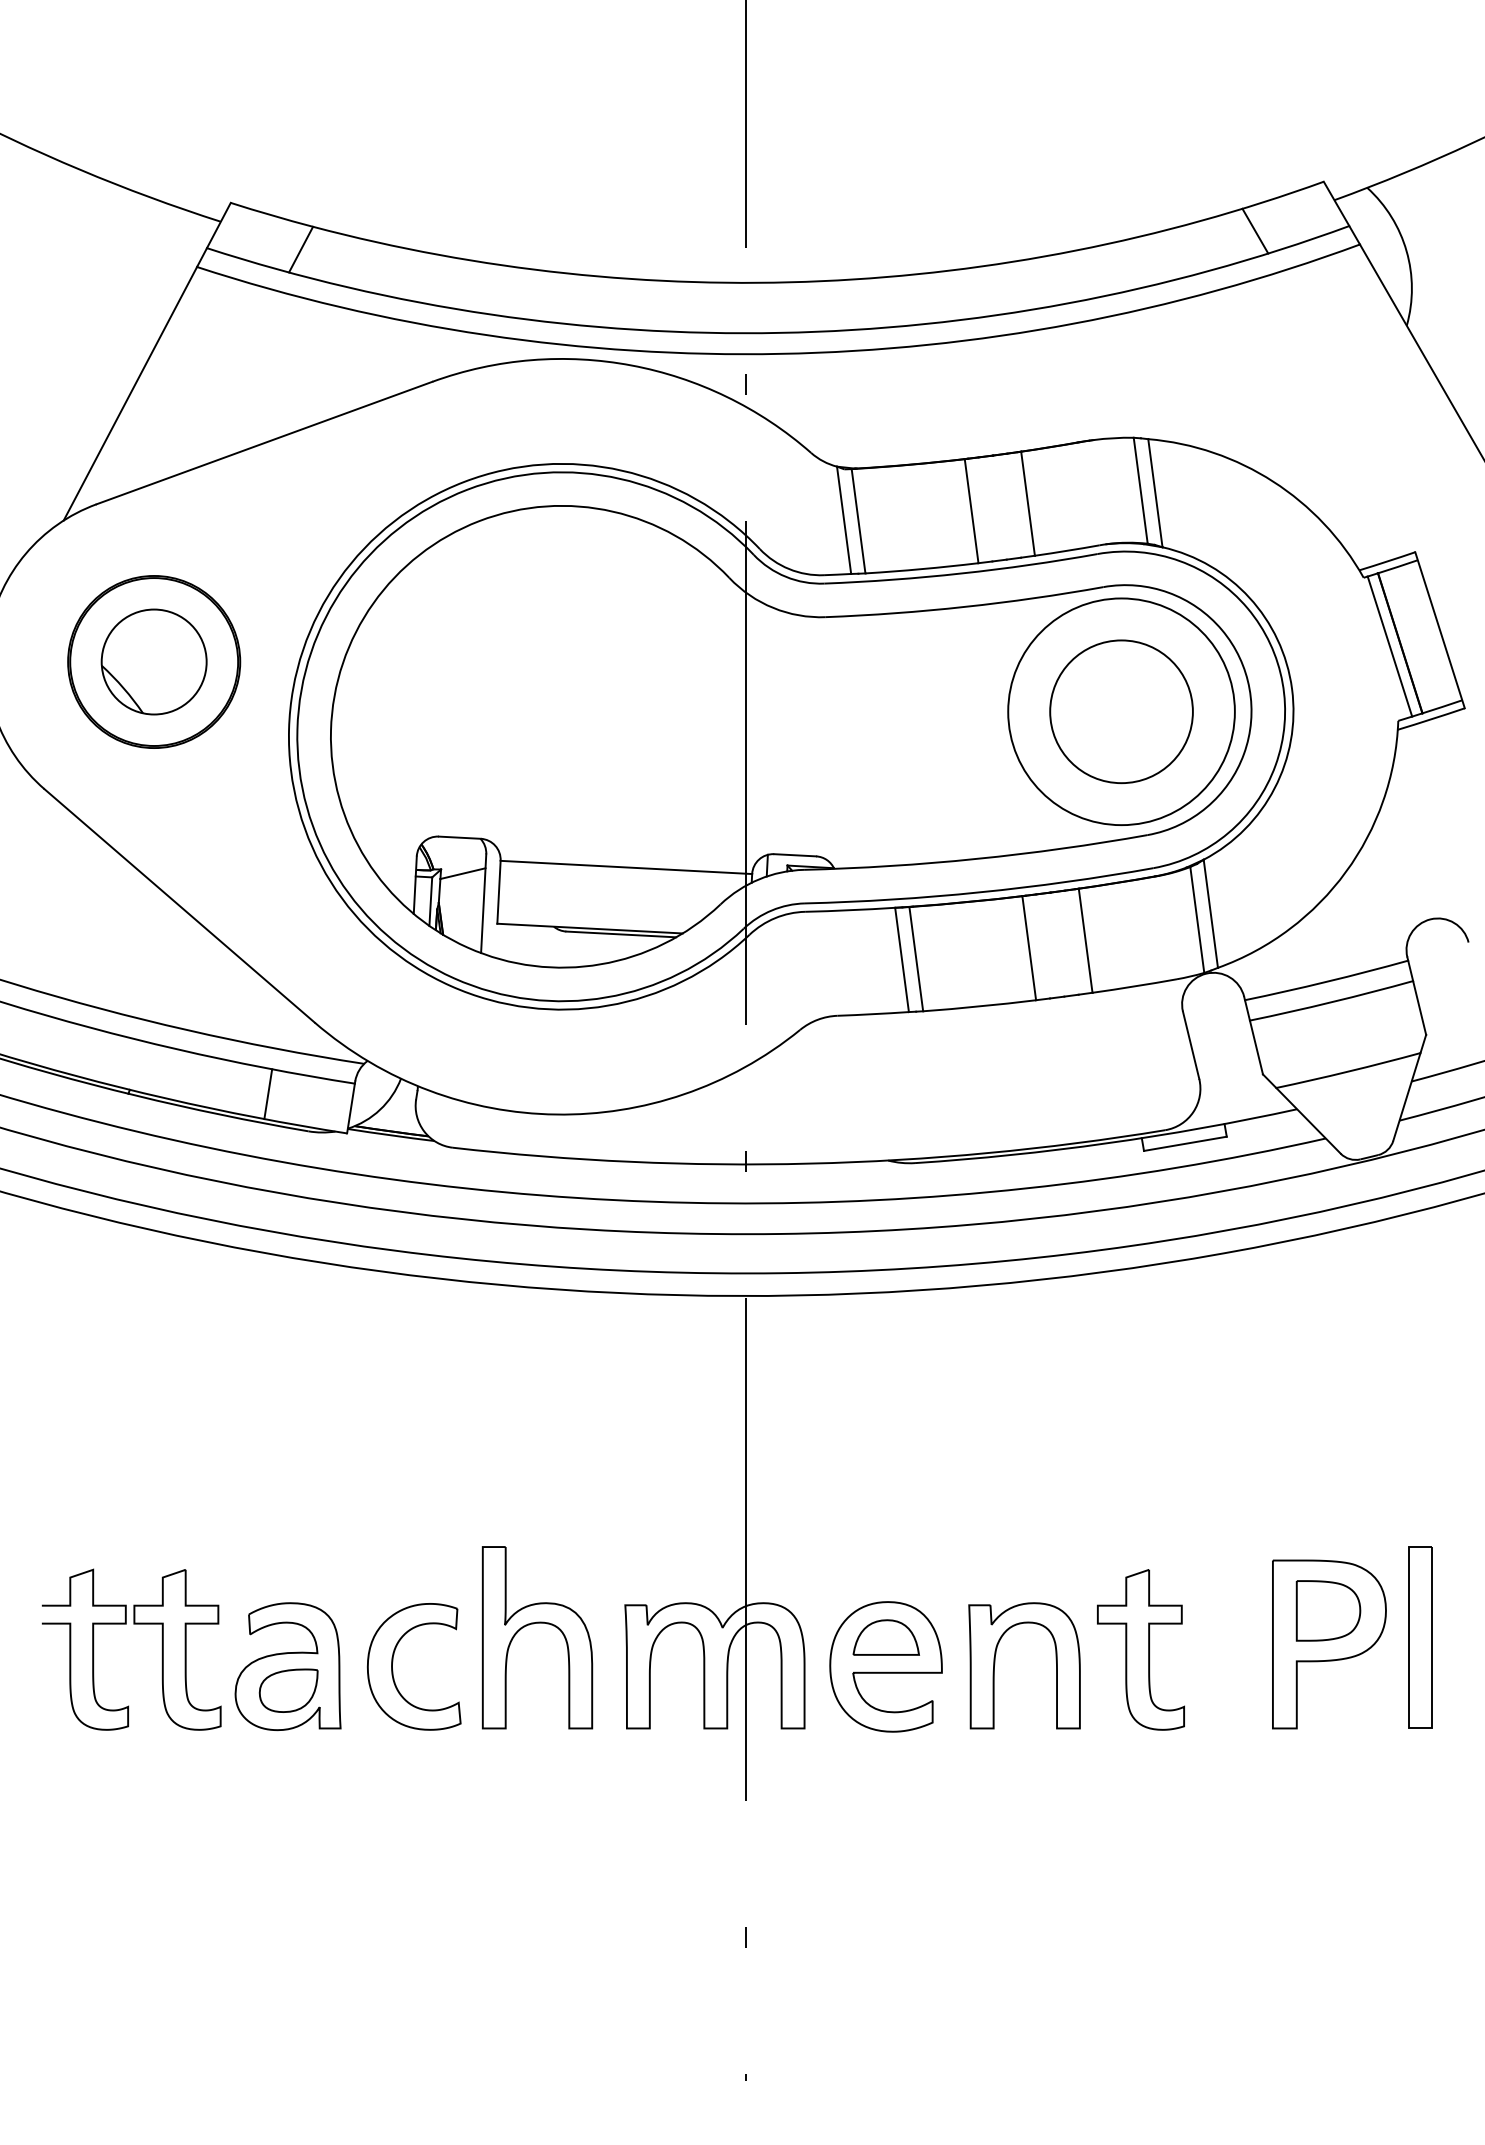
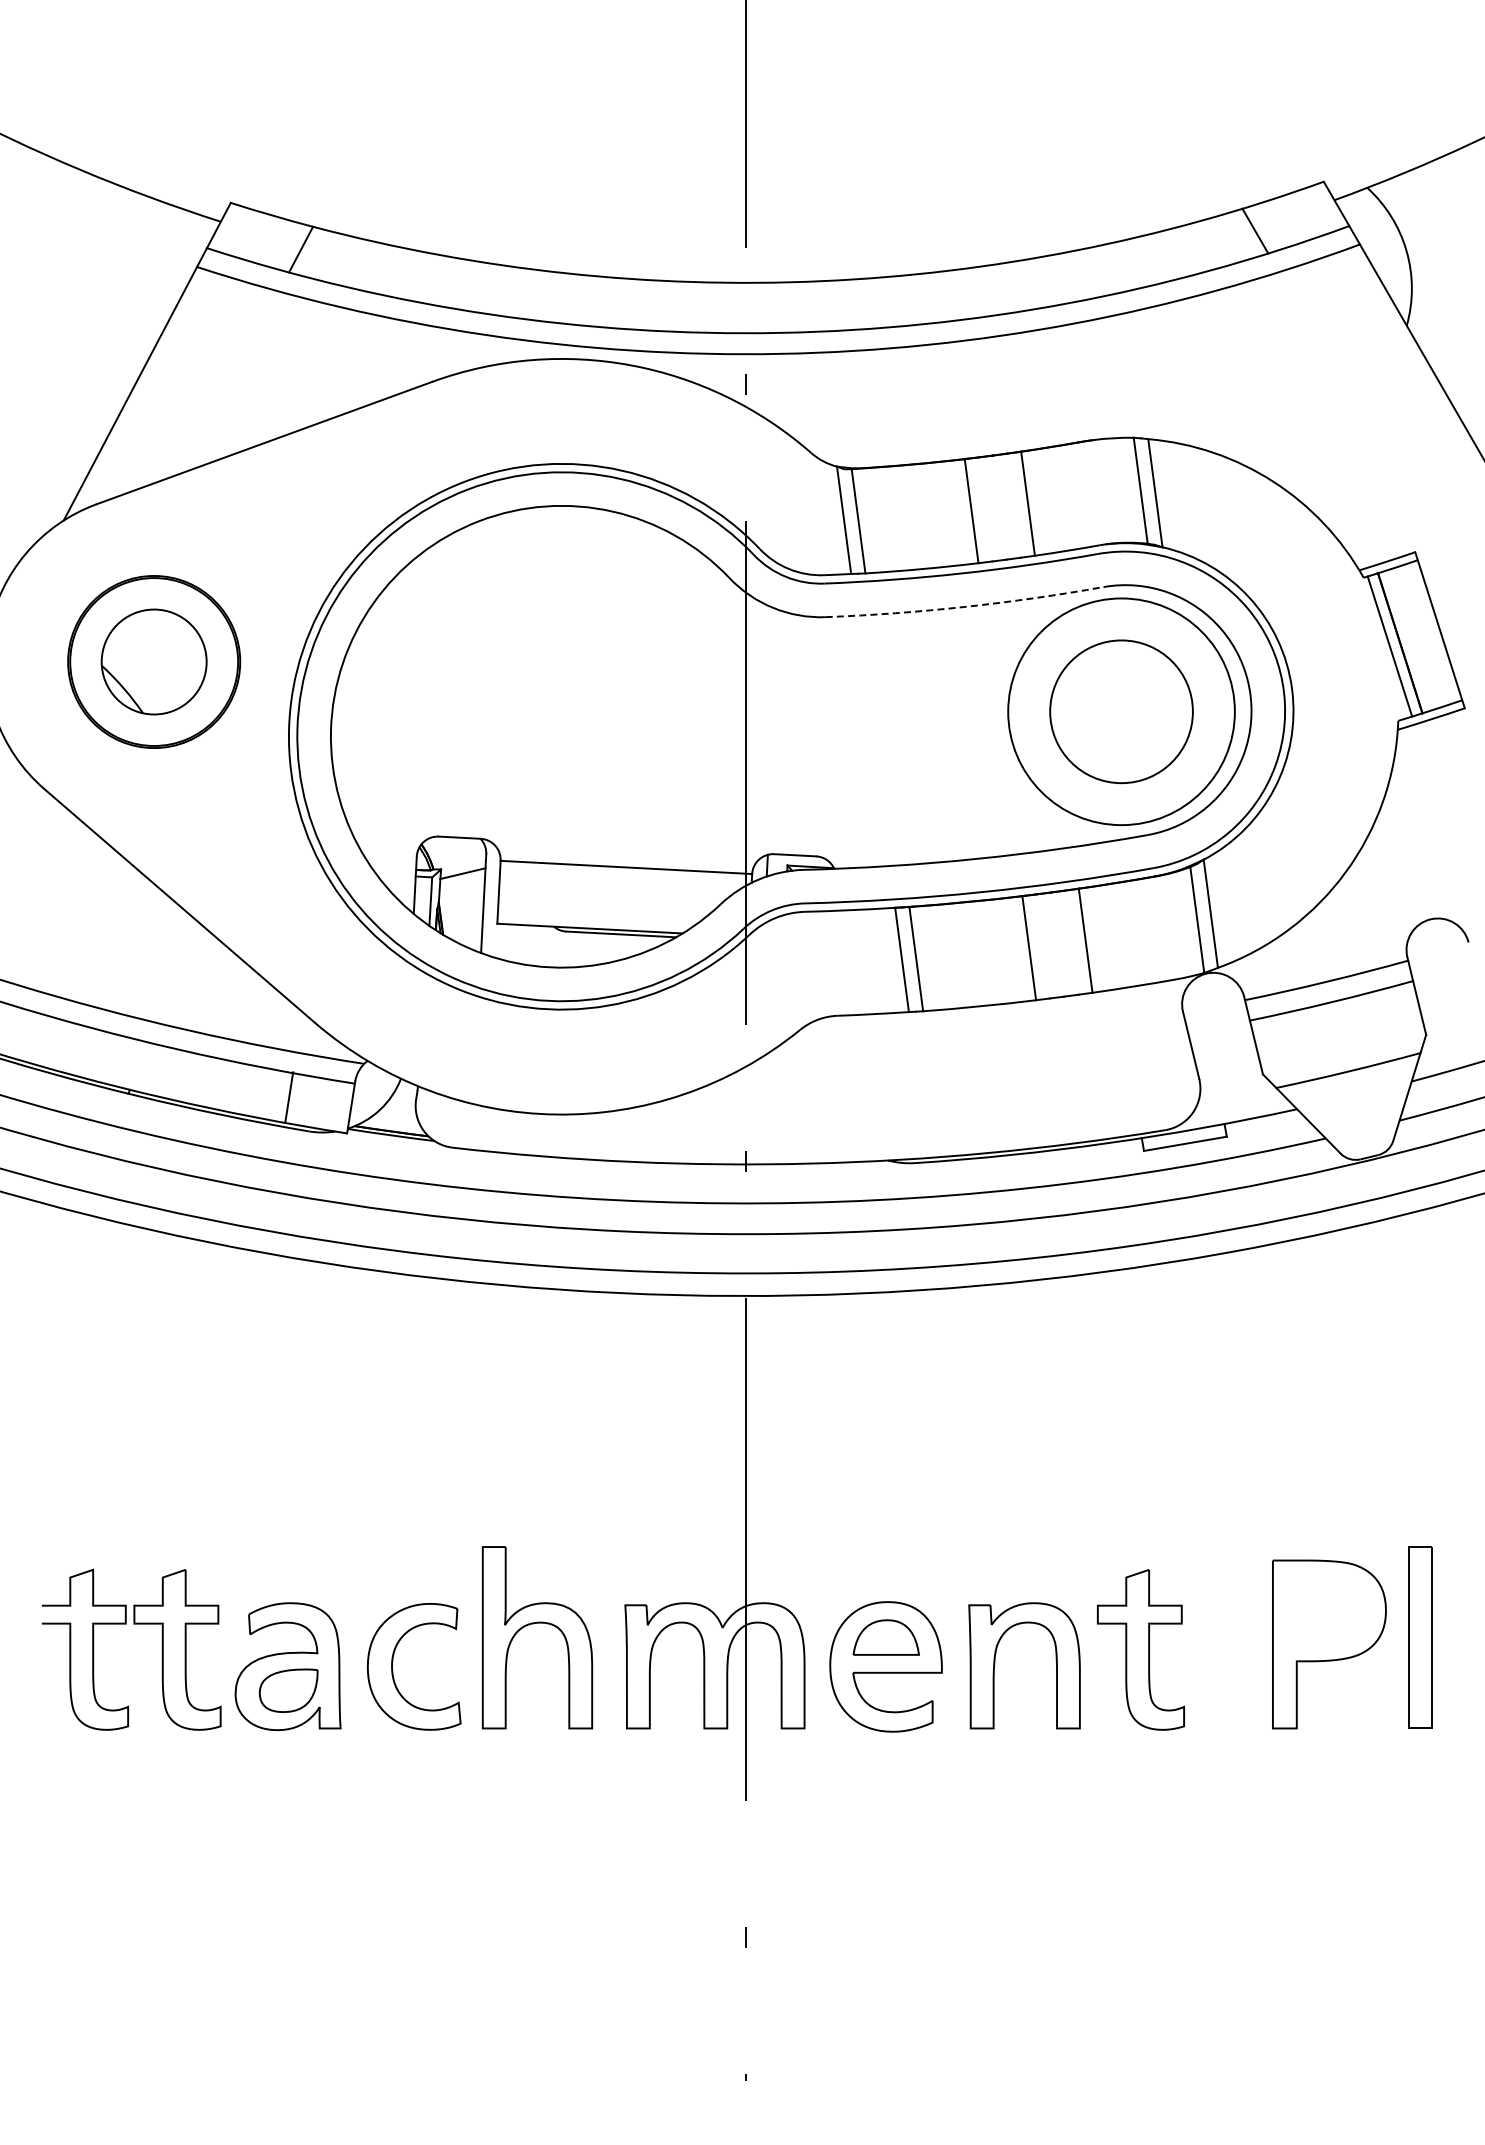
arc at (965, 606): solid -> dashed
line at (268, 1094) position: (268, 1094) -> (289, 1097)
part at (1328, 1610): present -> none
